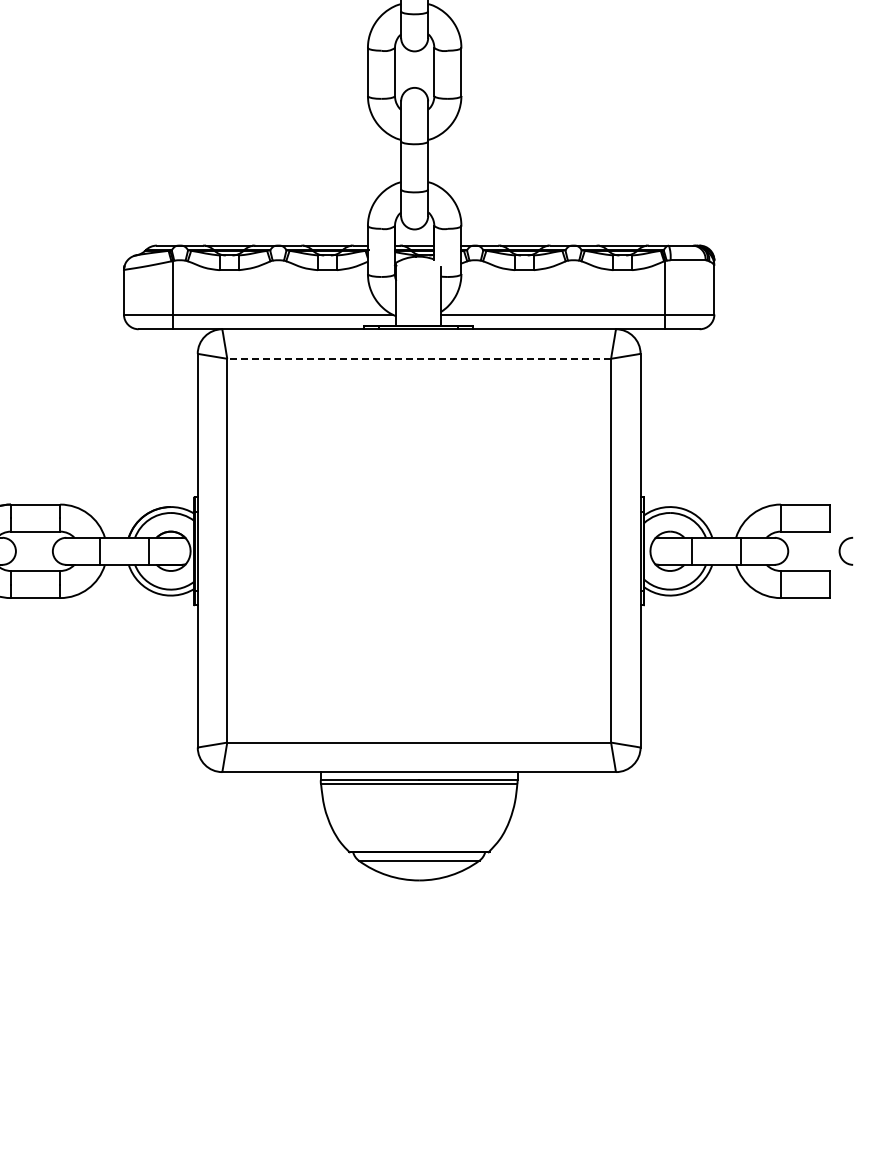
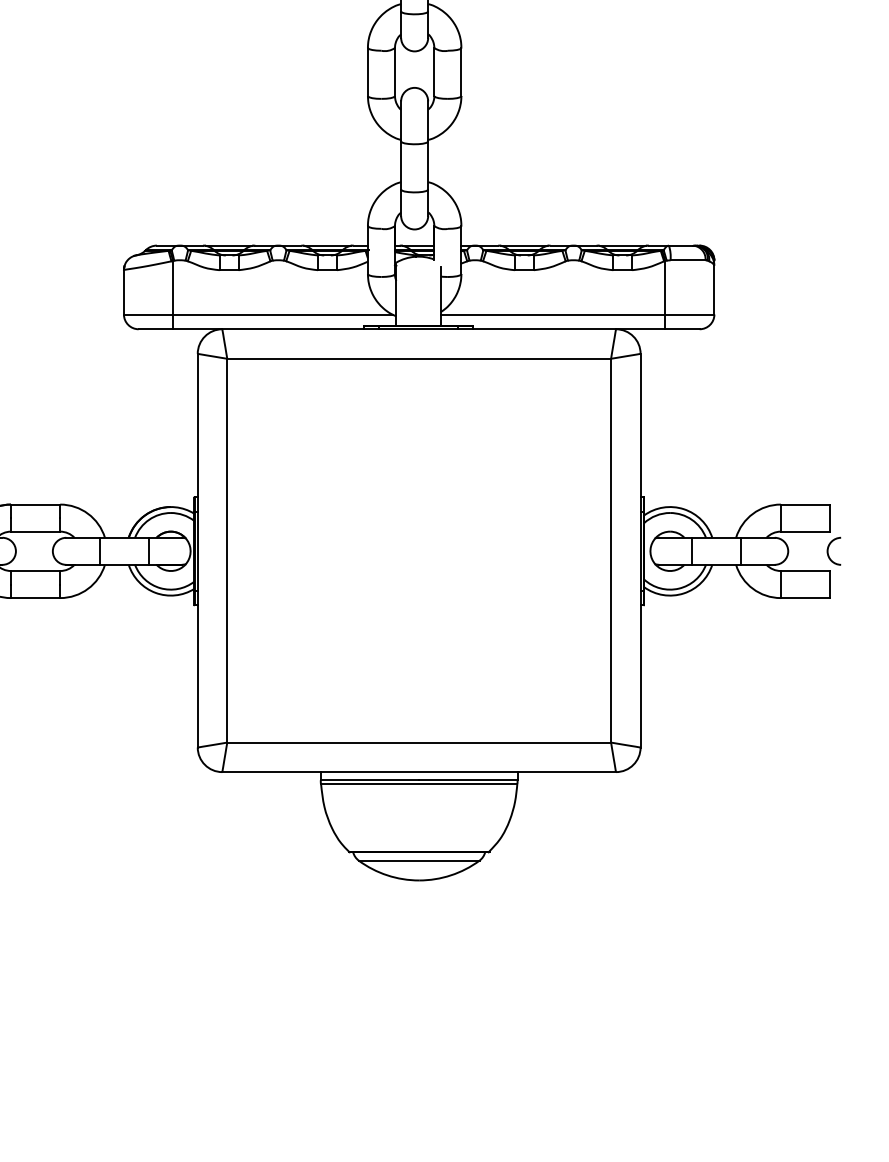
line at (419, 358): dashed -> solid
arc at (841, 547) position: (841, 547) -> (829, 547)
